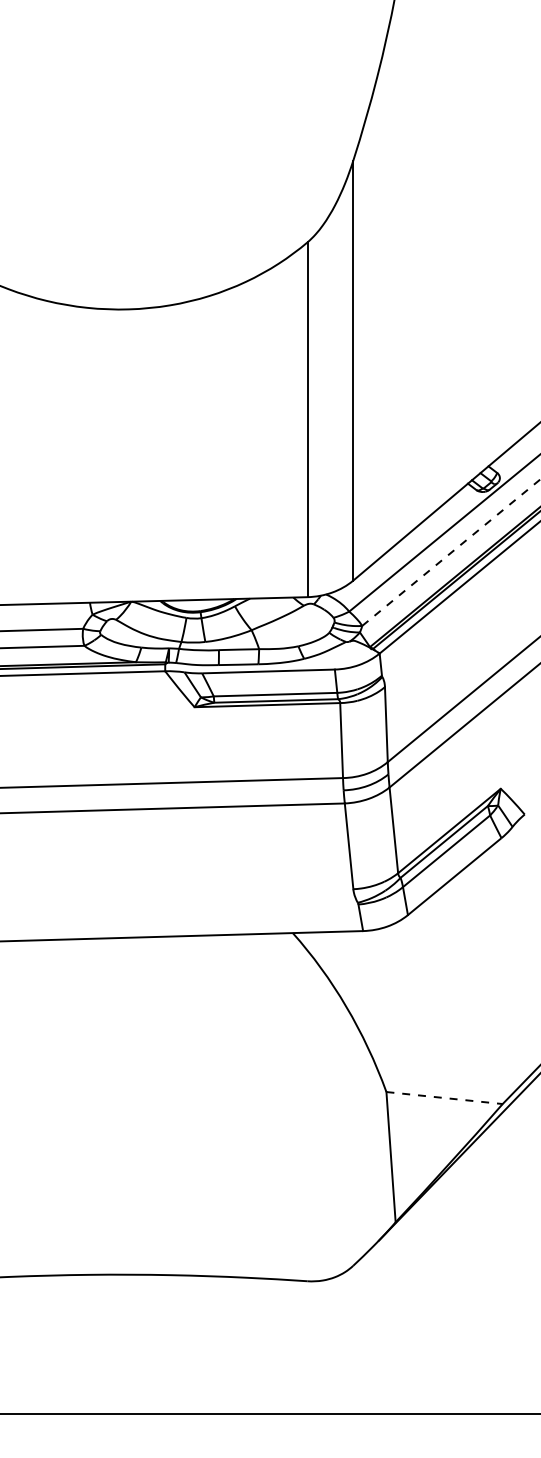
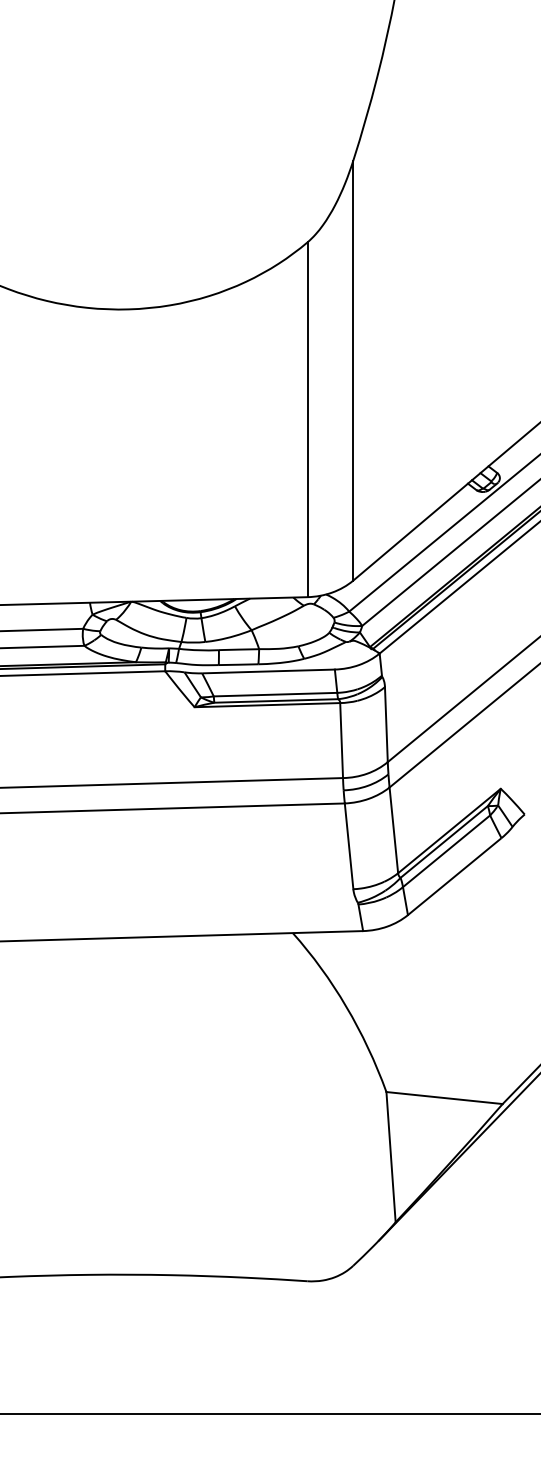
line at (451, 552): dashed -> solid
line at (445, 1098): dashed -> solid
